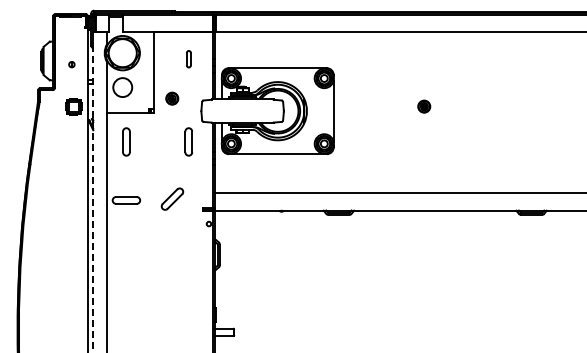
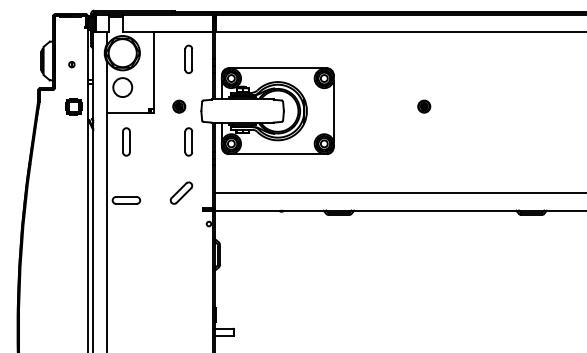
part at (188, 59) size: 6x19 px -> 10x30 px
part at (172, 98) position: (172, 98) -> (179, 106)
part at (172, 198) position: (172, 198) -> (181, 192)
line at (93, 199): dashed -> solid
